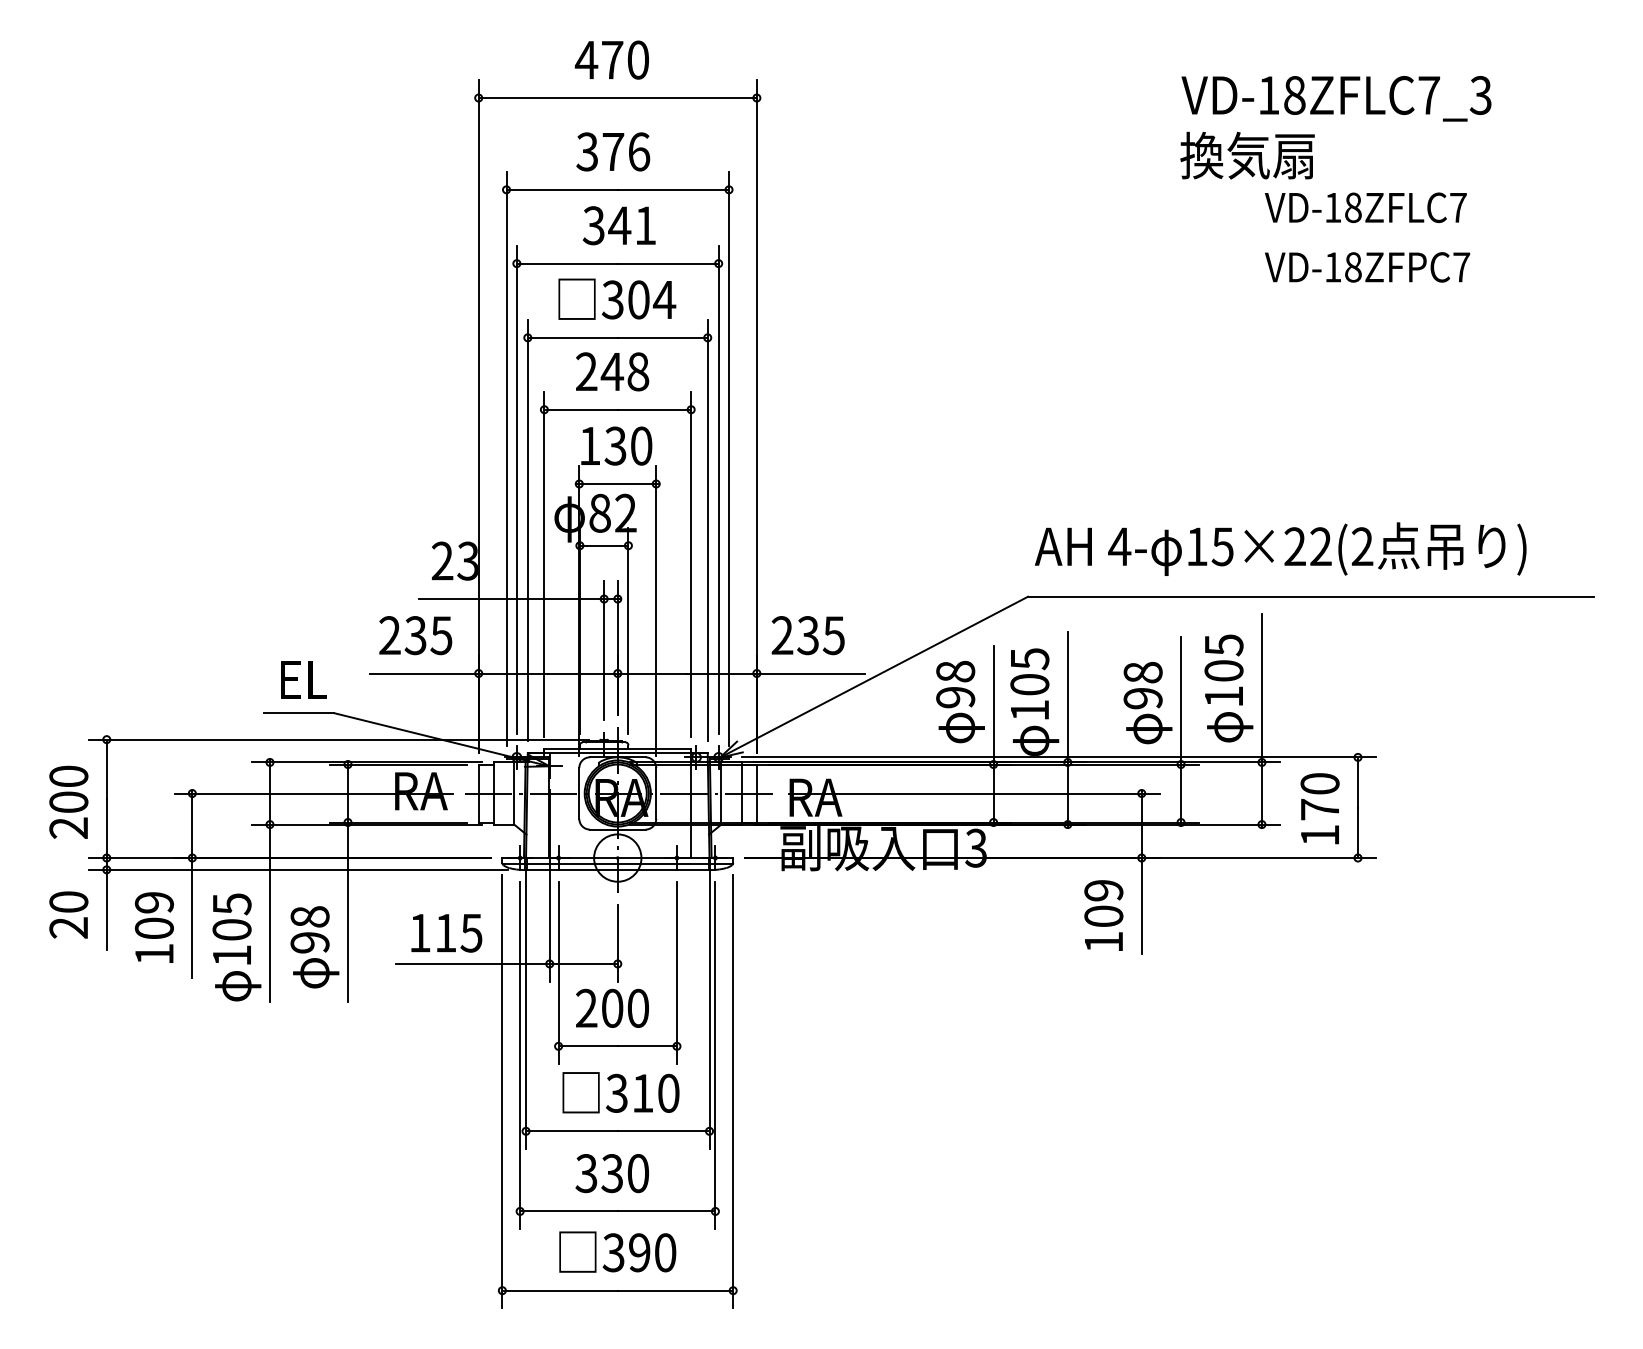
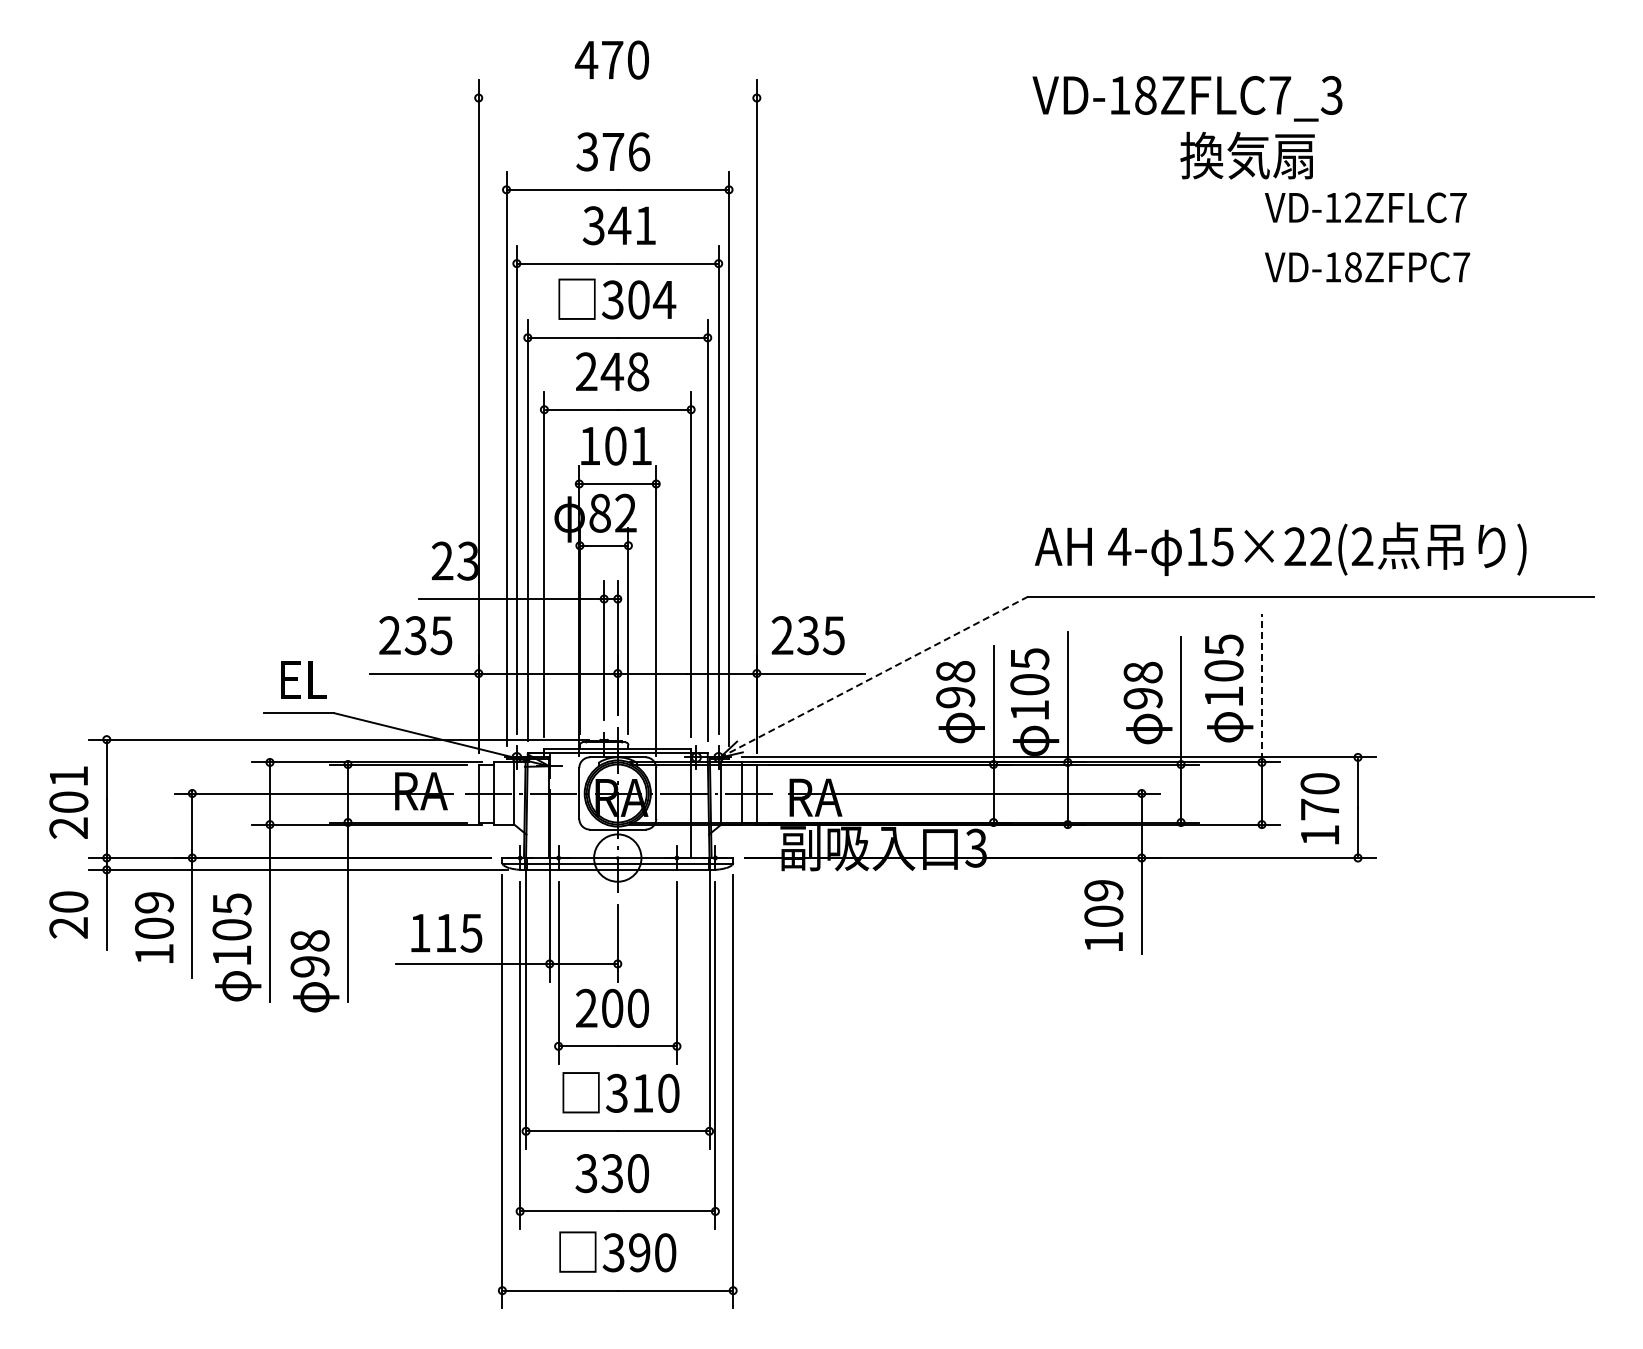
line at (617, 98): present -> none
text at (1336, 98) position: (1336, 98) -> (1187, 98)
text at (1353, 207): VD-18ZFLC7 -> VD-12ZFLC7
text at (628, 445): 130 -> 101
line at (873, 677): solid -> dashed
line at (1261, 686): solid -> dashed
text at (68, 775): 200 -> 201
text at (314, 947) position: (314, 947) -> (314, 971)
